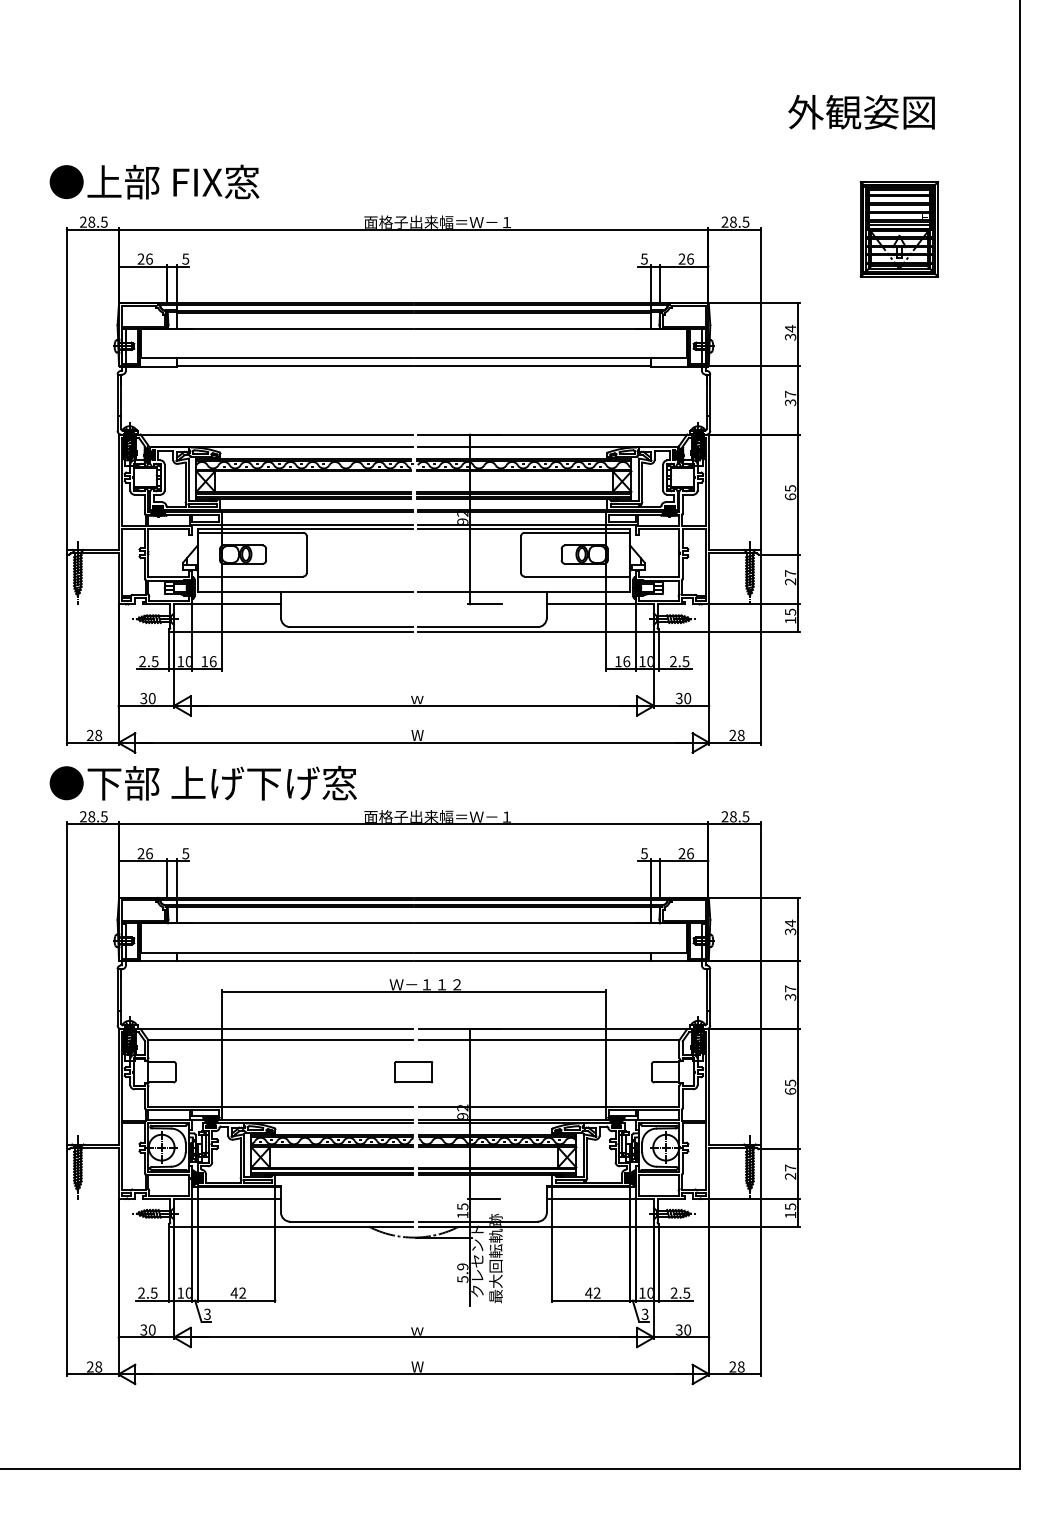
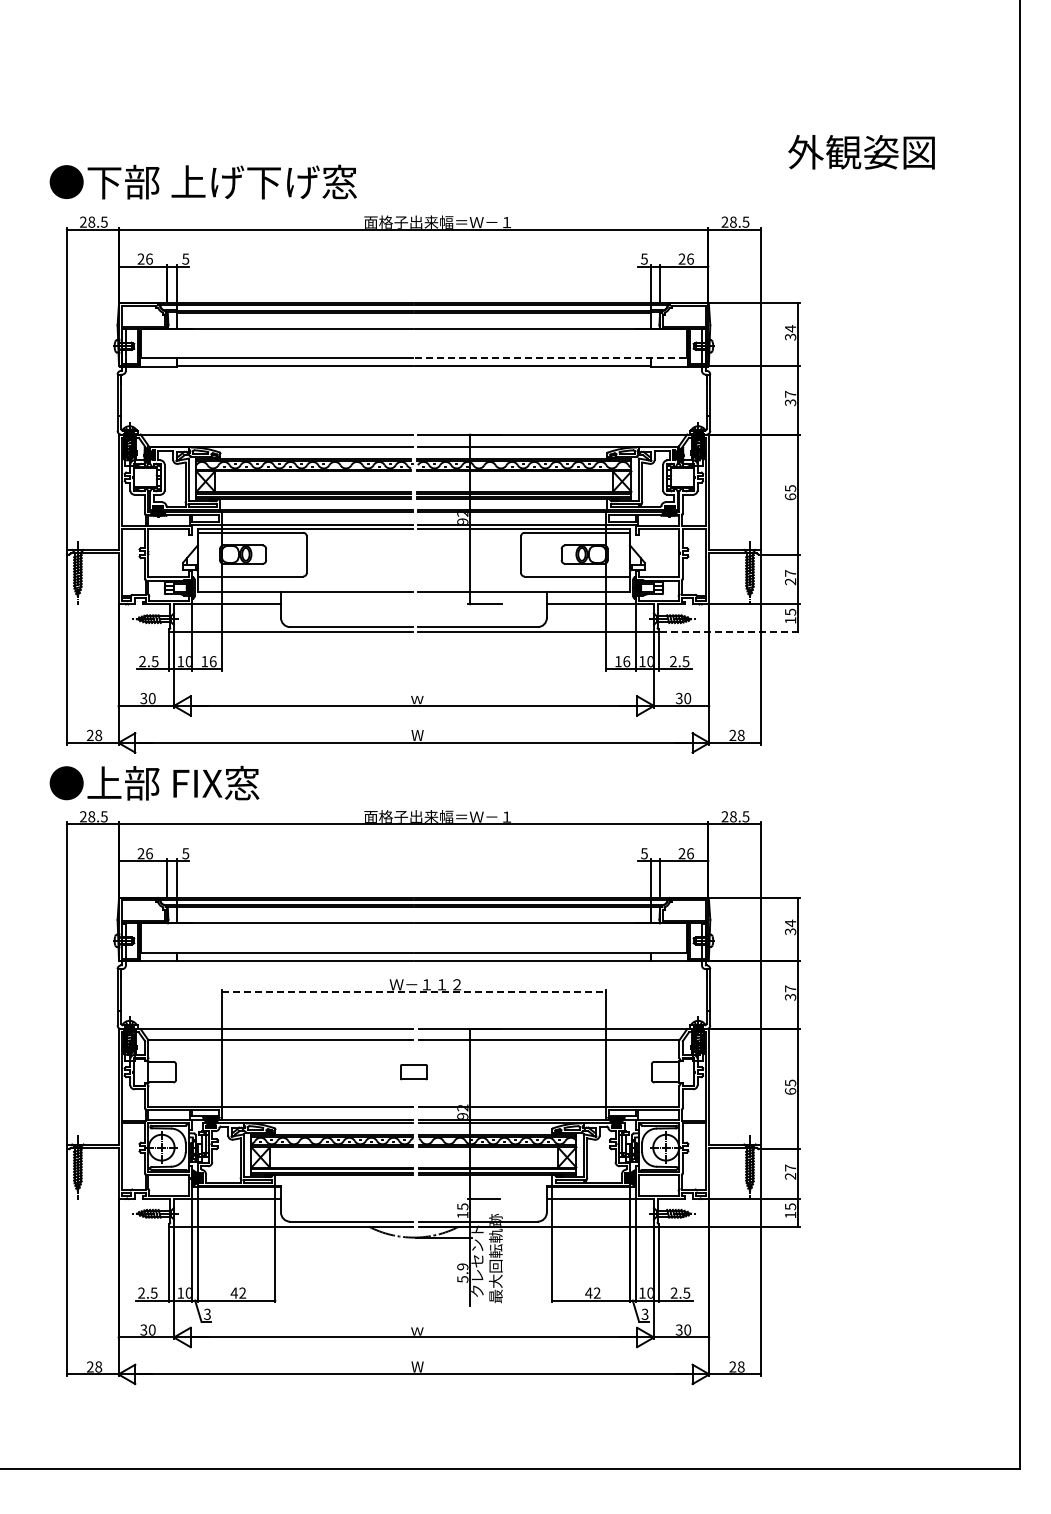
text at (861, 112) position: (861, 112) -> (861, 152)
text at (221, 181): ●上部 FIX窓 -> ●下部 上げ下げ窓
part at (899, 229): present -> none
line at (551, 358): solid -> dashed
line at (730, 632): solid -> dashed
text at (221, 782): ●下部 上げ下げ窓 -> ●上部 FIX窓
line at (414, 992): solid -> dashed
part at (413, 1072) size: 40x23 px -> 28x17 px
